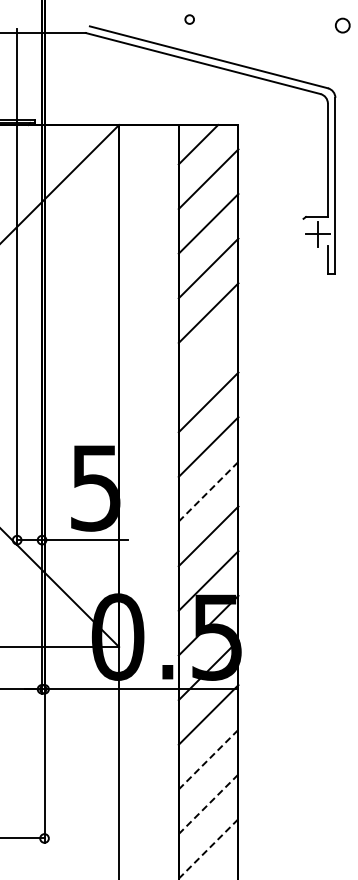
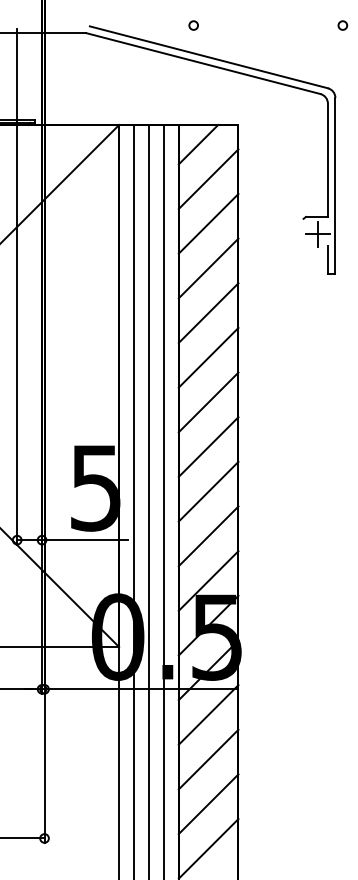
circle at (189, 19) position: (189, 19) -> (193, 25)
circle at (342, 25) size: 16x17 px -> 12x11 px
line at (208, 357): none -> present
line at (208, 491): dashed -> solid
line at (134, 500): none -> present
line at (148, 500): none -> present
line at (163, 500): none -> present
line at (208, 759): dashed -> solid
line at (208, 803): dashed -> solid
line at (208, 848): dashed -> solid
